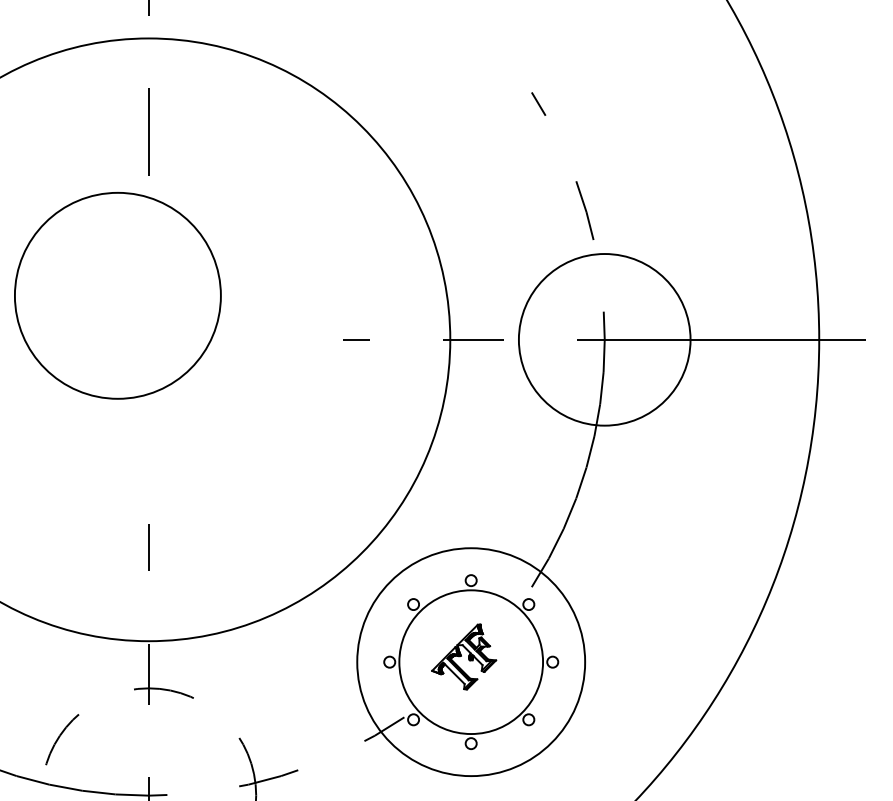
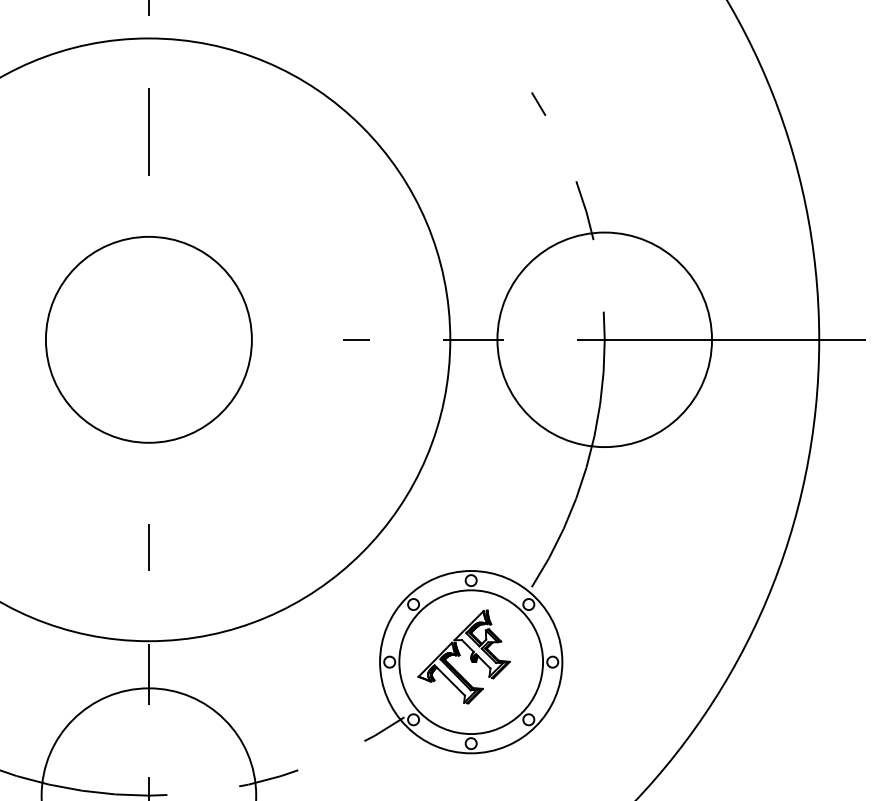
circle at (117, 295) position: (117, 295) -> (148, 339)
circle at (604, 339) diameter: 172 px -> 215 px
part at (464, 656) size: 67x68 px -> 94x96 px
circle at (471, 662) diameter: 228 px -> 182 px
circle at (148, 744): dashed -> solid
